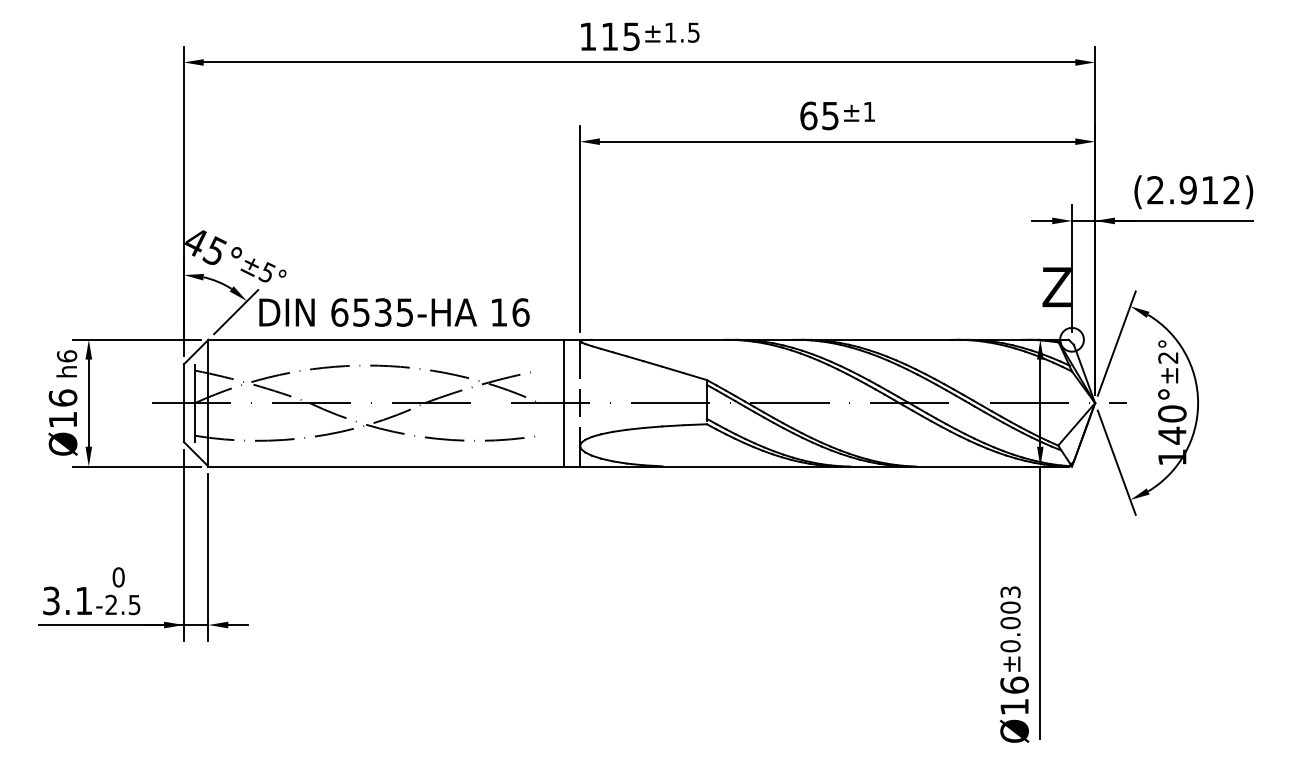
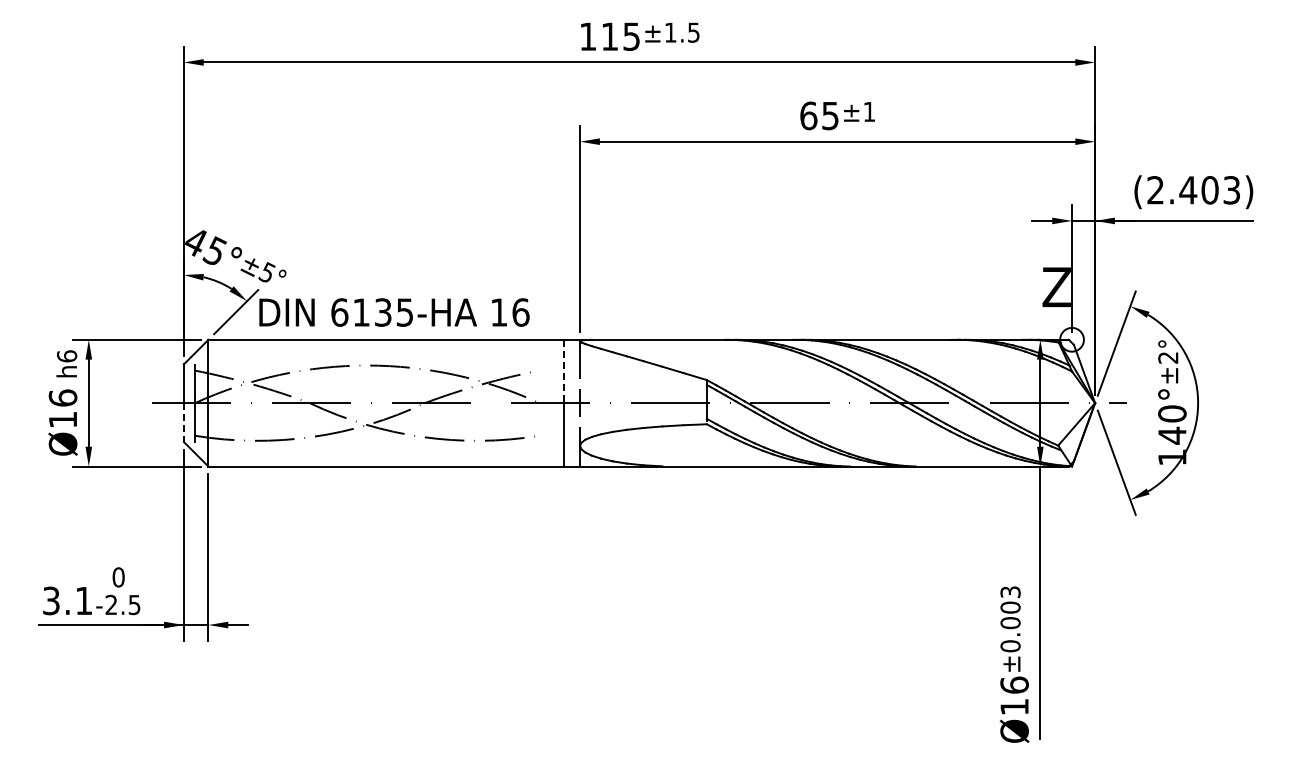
text at (1209, 190): (2.912) -> (2.403)
text at (361, 312): 6535-HA -> 6135-HA
line at (564, 371): solid -> dashed
line at (183, 423): solid -> dashed
